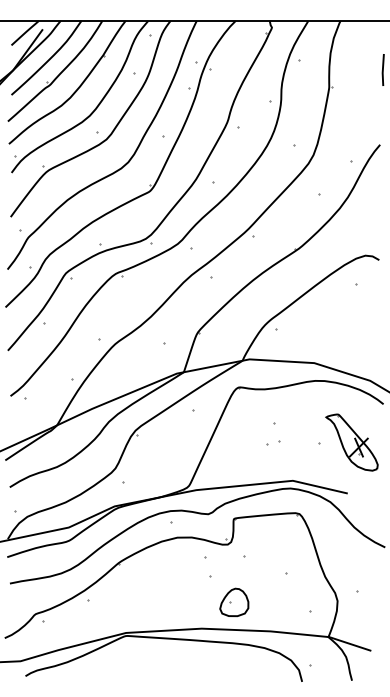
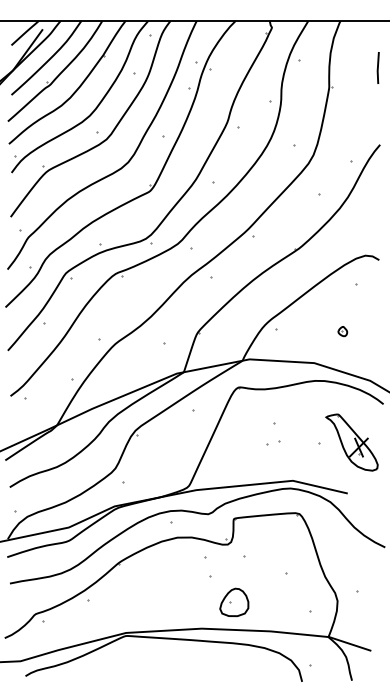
line at (382, 69) position: (382, 69) -> (377, 67)
part at (342, 331): none -> present
